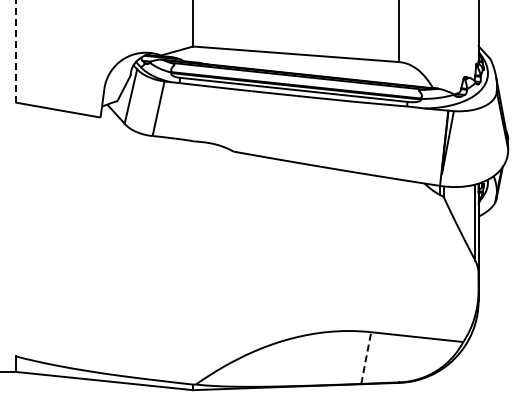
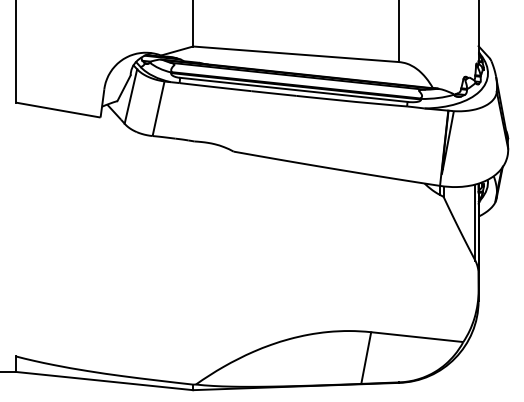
line at (15, 51): dashed -> solid
line at (366, 357): dashed -> solid
